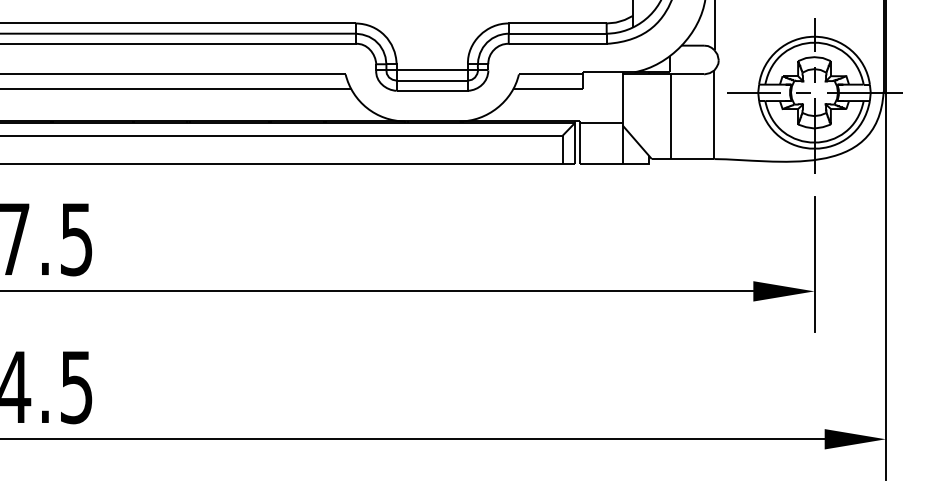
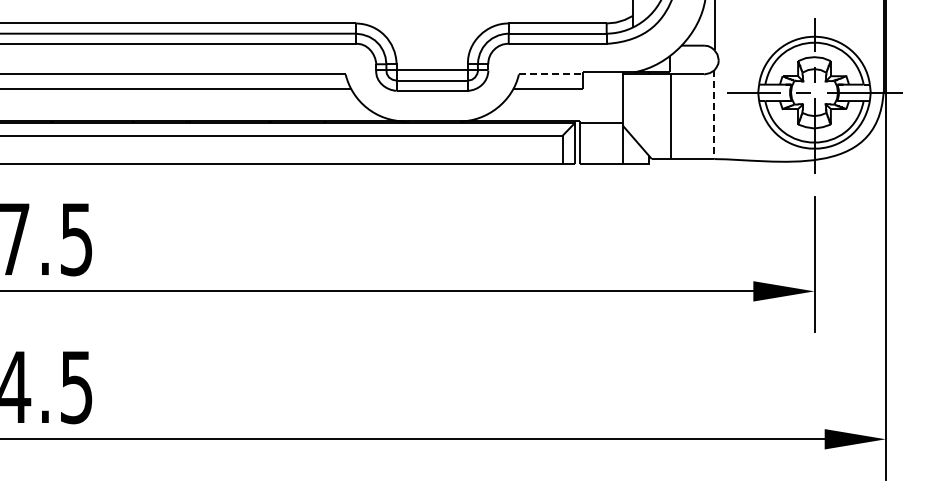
line at (551, 74): solid -> dashed
line at (714, 115): solid -> dashed
